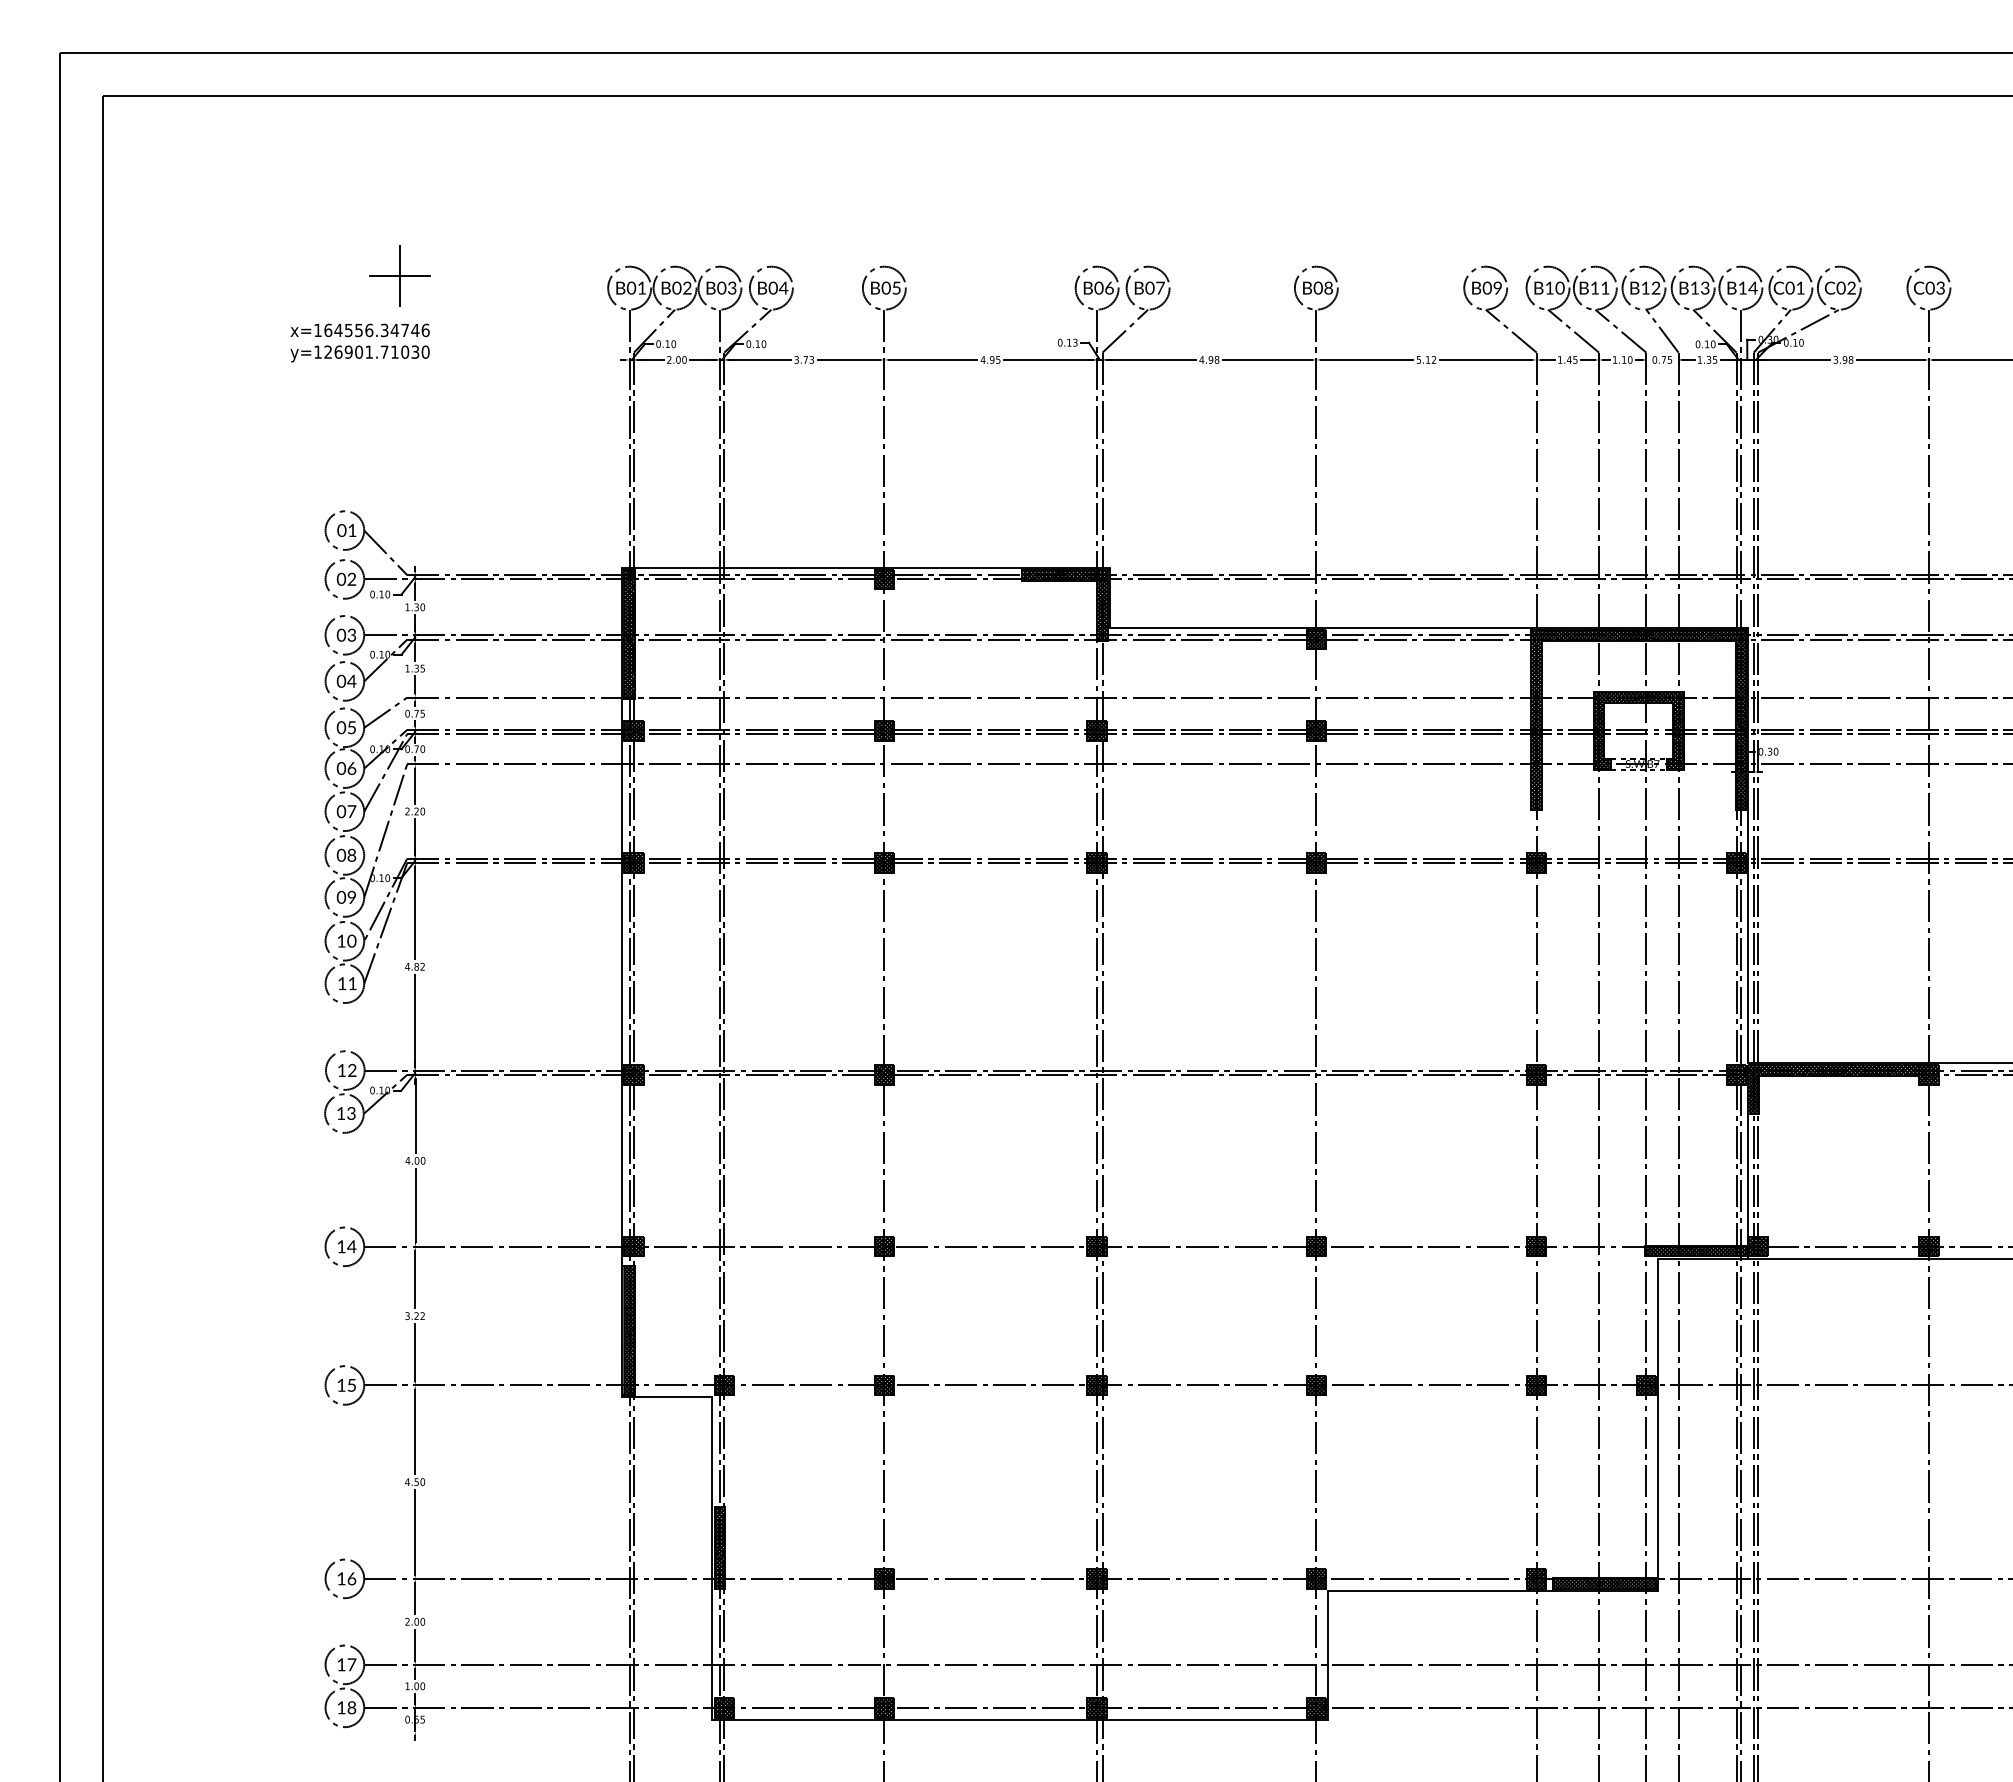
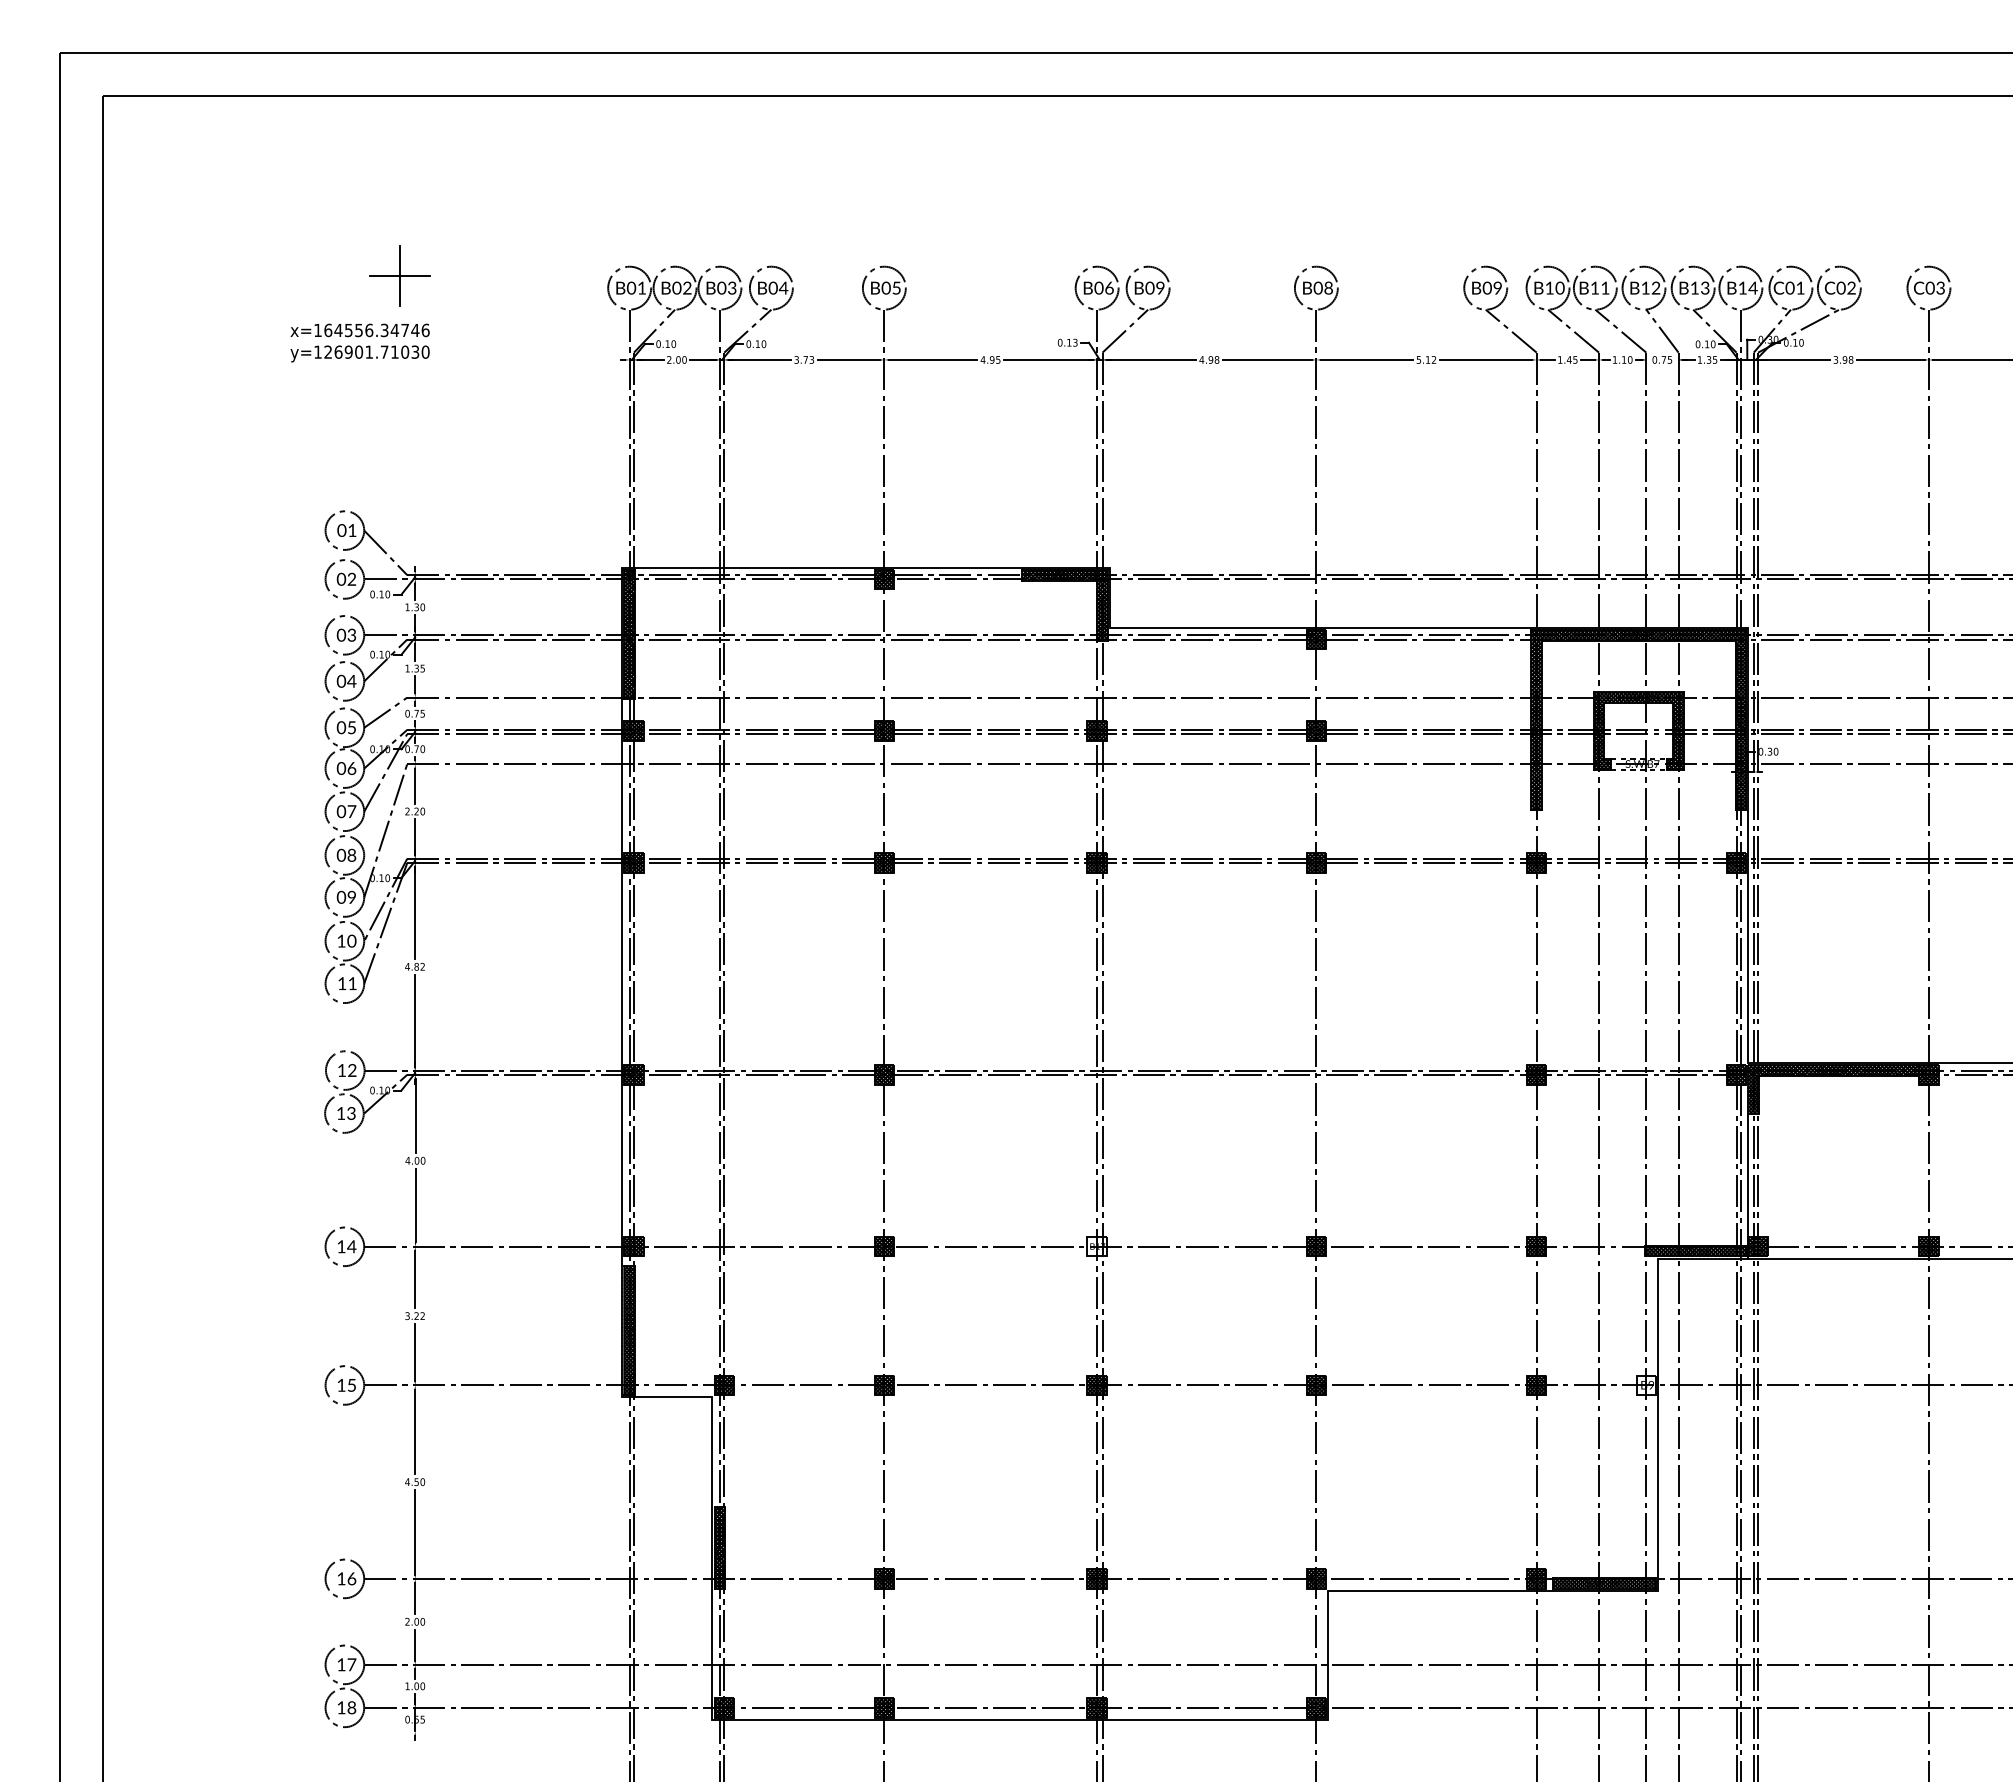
text at (1160, 287): B07 -> B09
hatch at (1096, 1246): present -> none
hatch at (1645, 1385): present -> none
